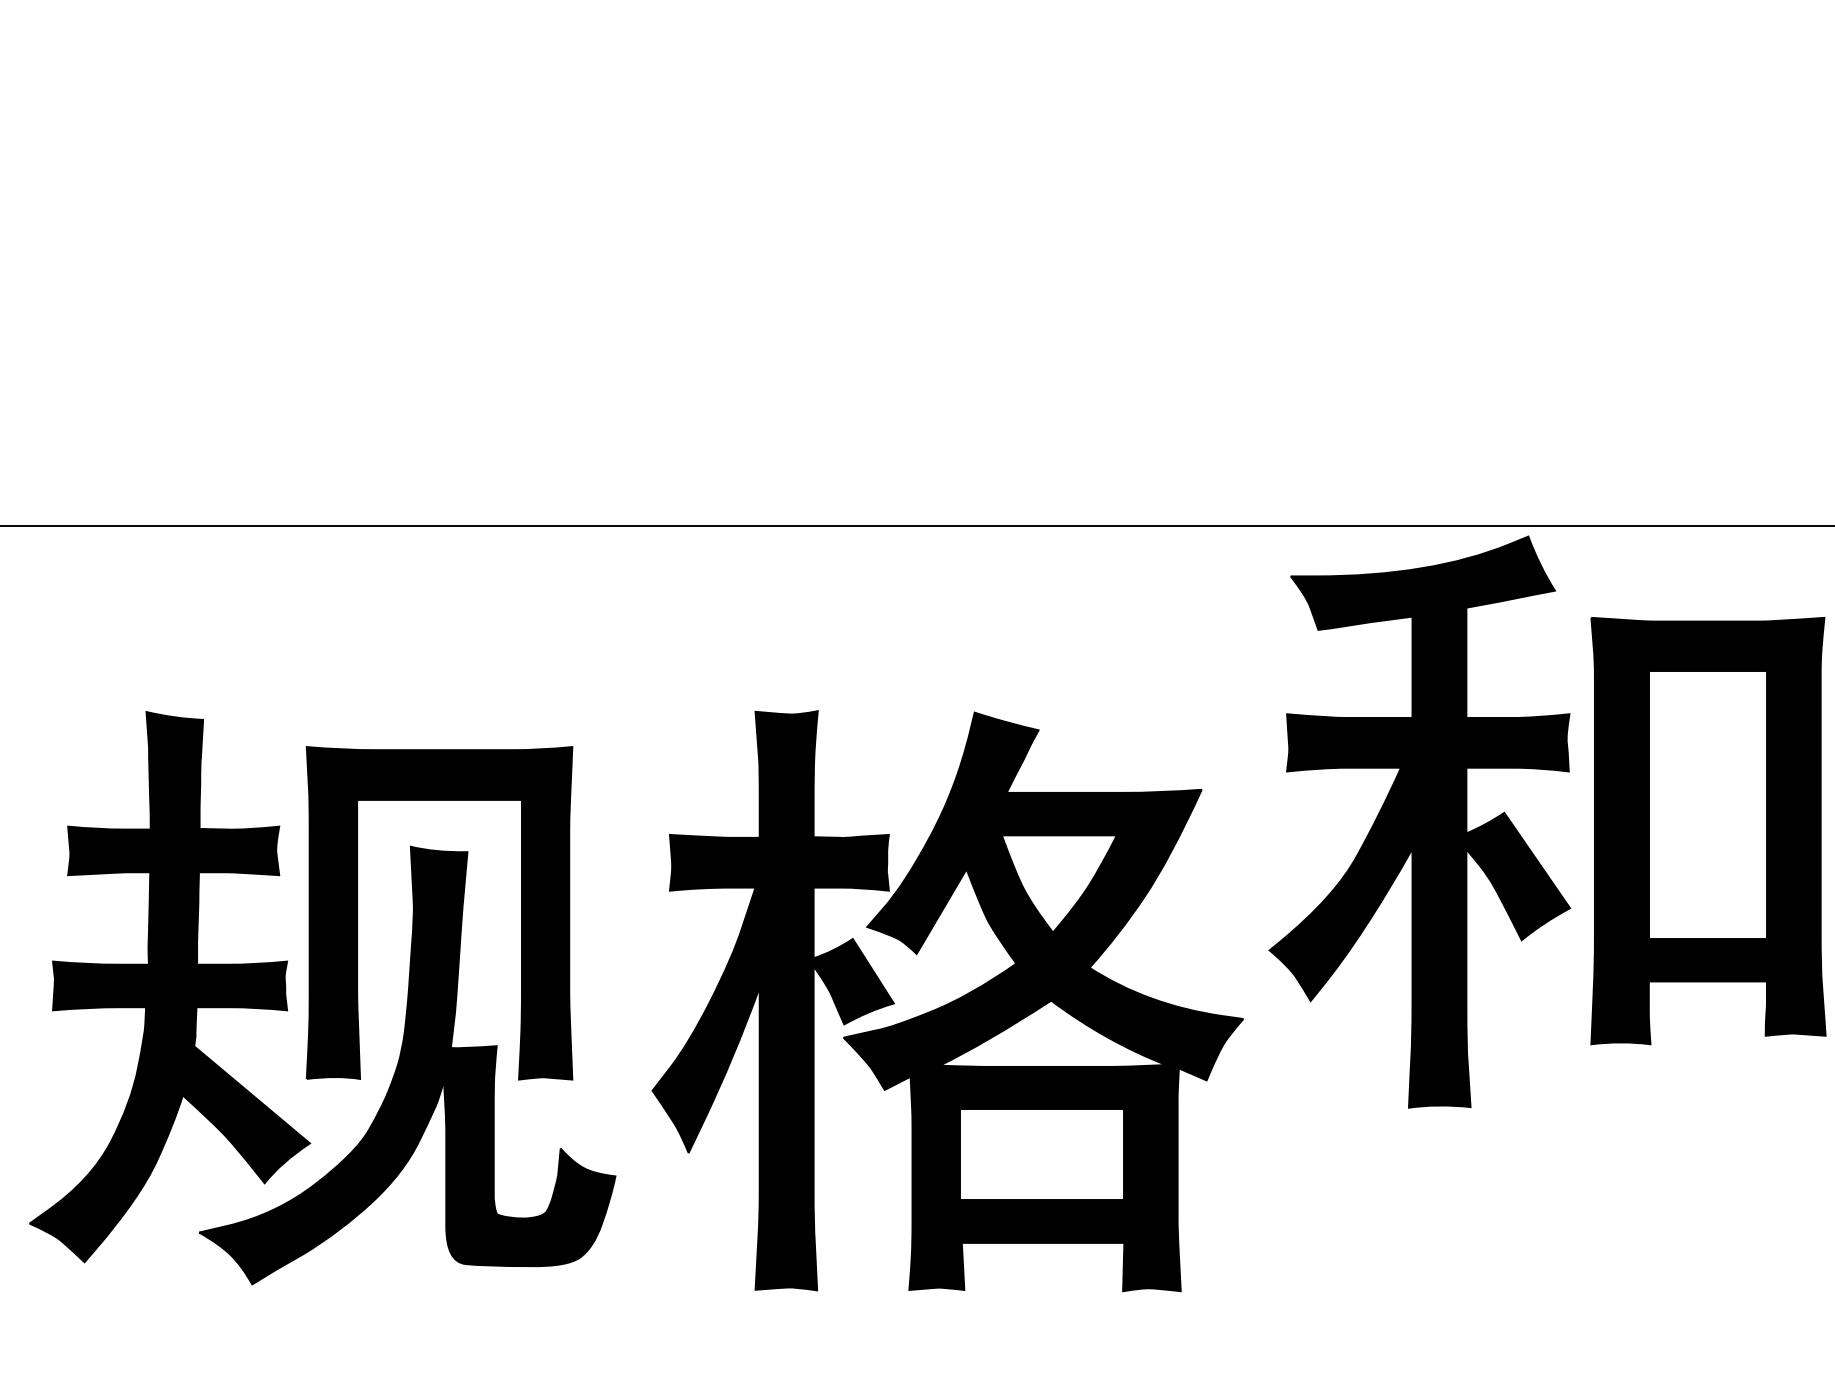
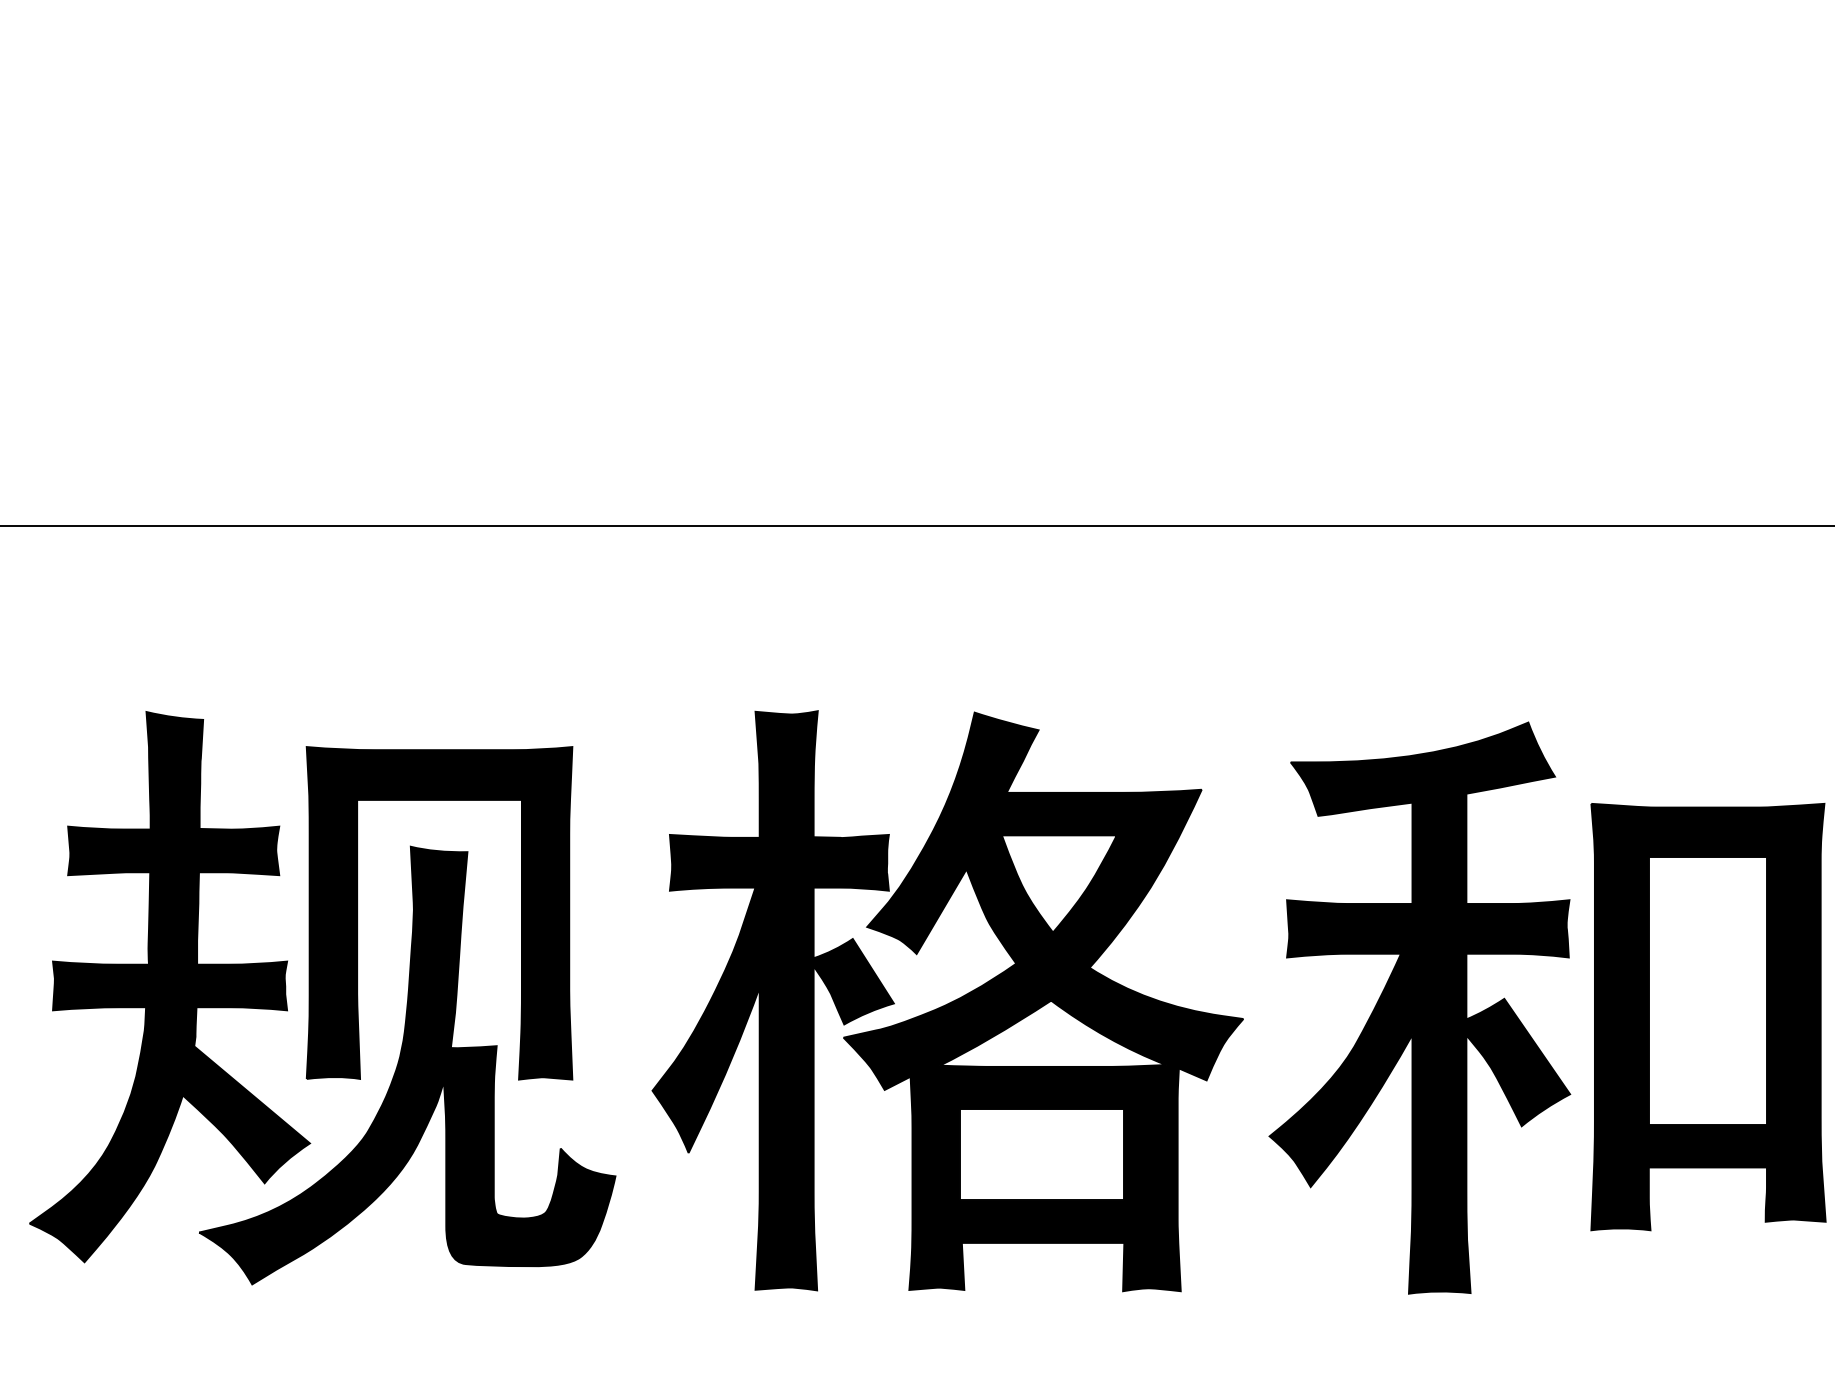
part at (1523, 838) position: (1523, 838) -> (1523, 1024)
